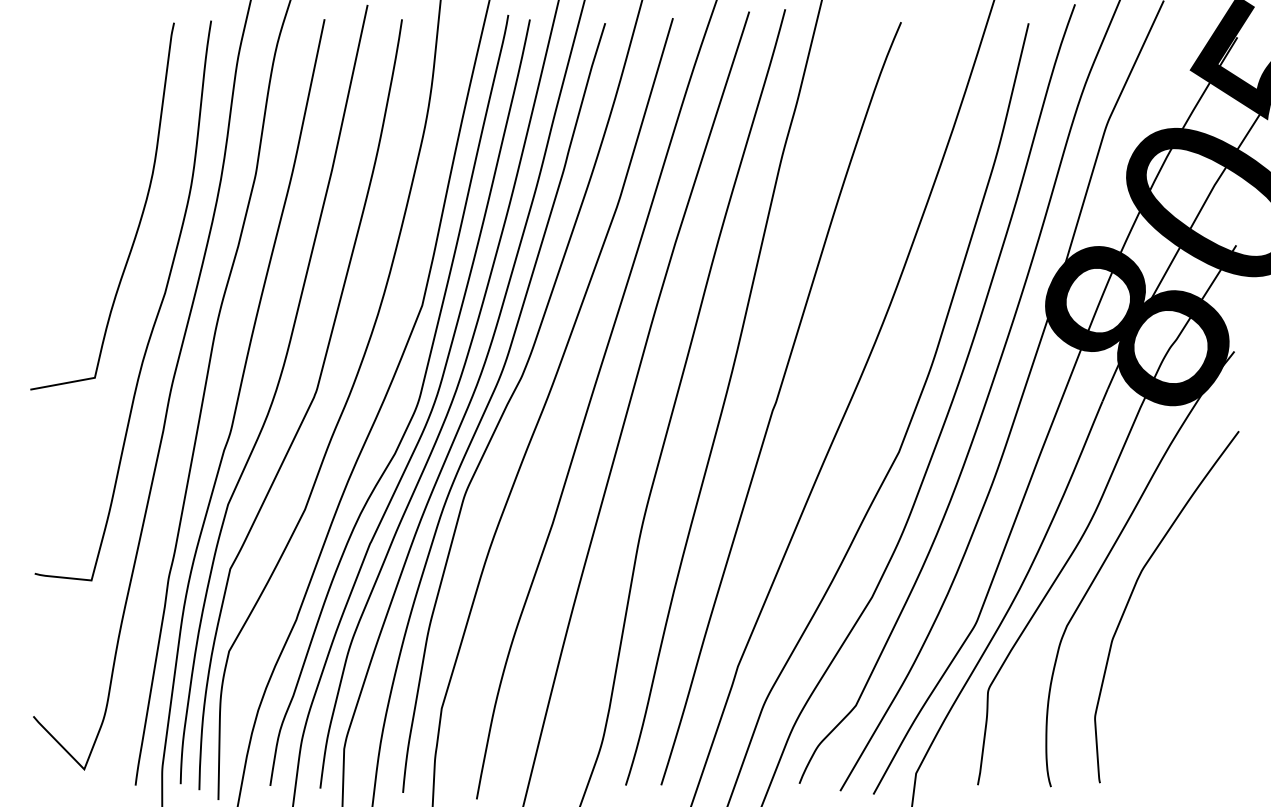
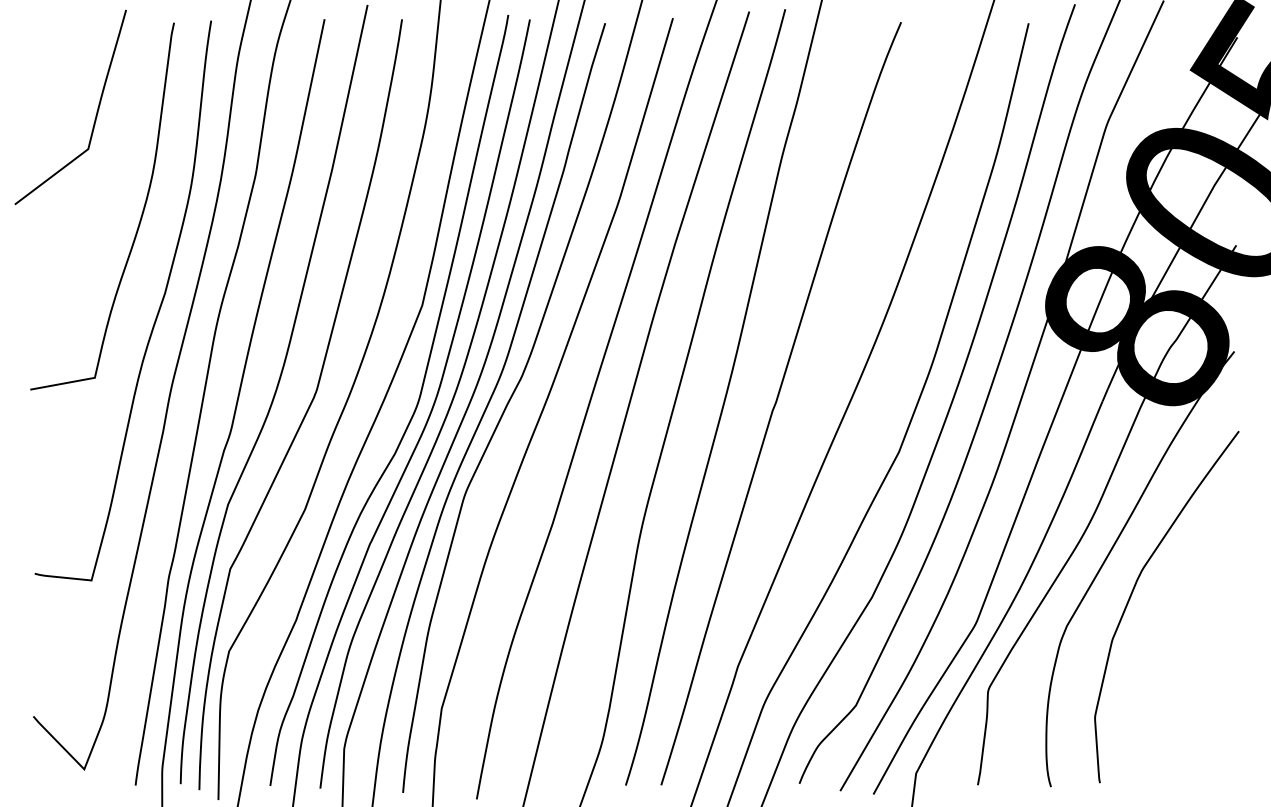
curve at (95, 115): none -> present
